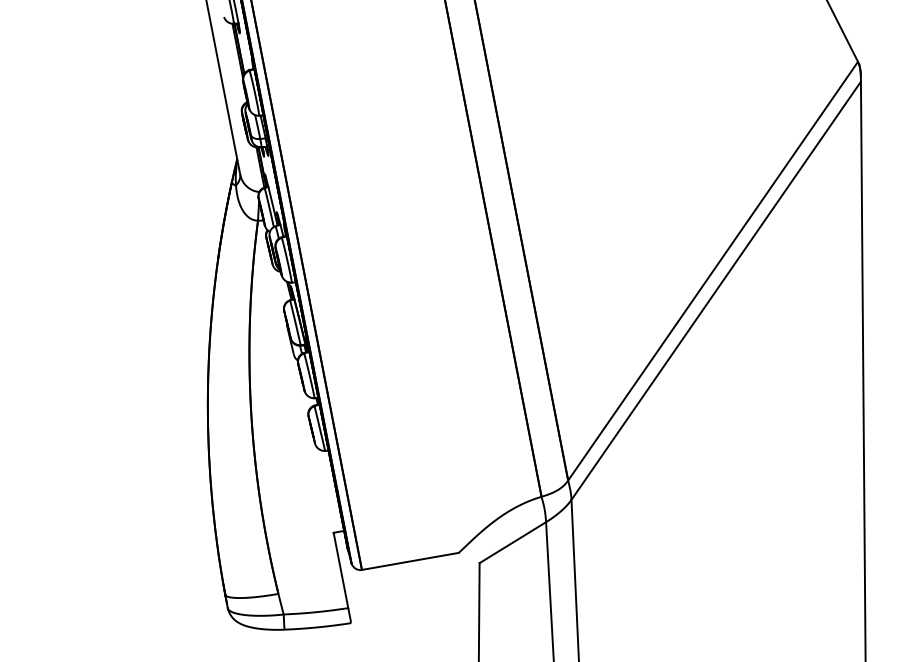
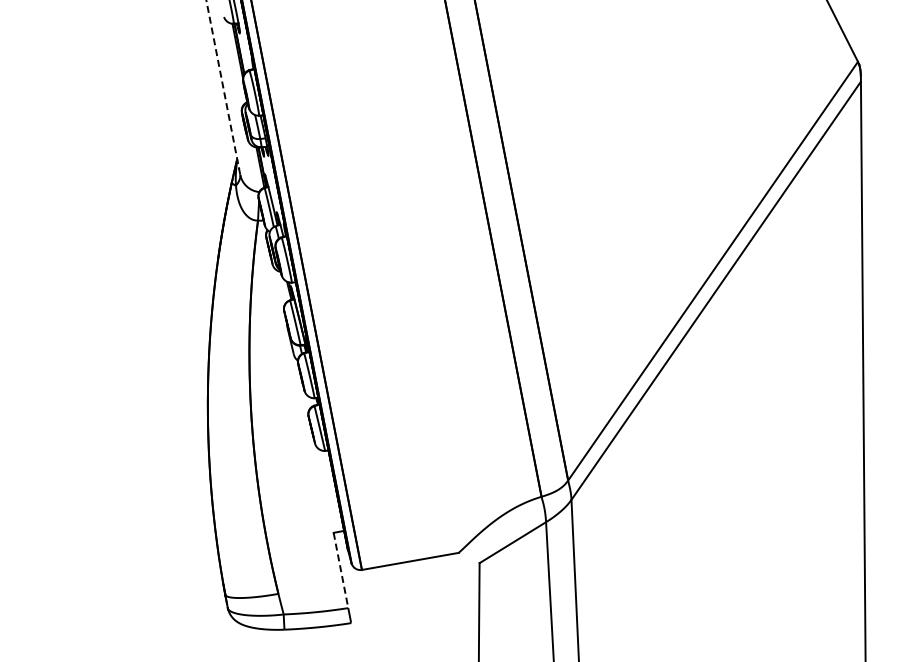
line at (223, 87): solid -> dashed
line at (341, 570): solid -> dashed
